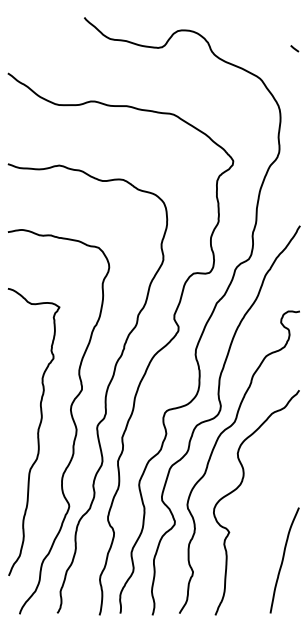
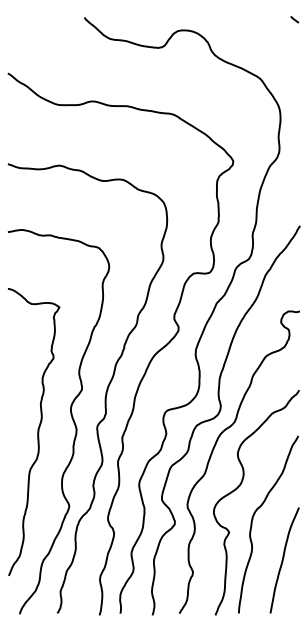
line at (294, 48) position: (294, 48) -> (294, 19)
curve at (253, 519): none -> present
